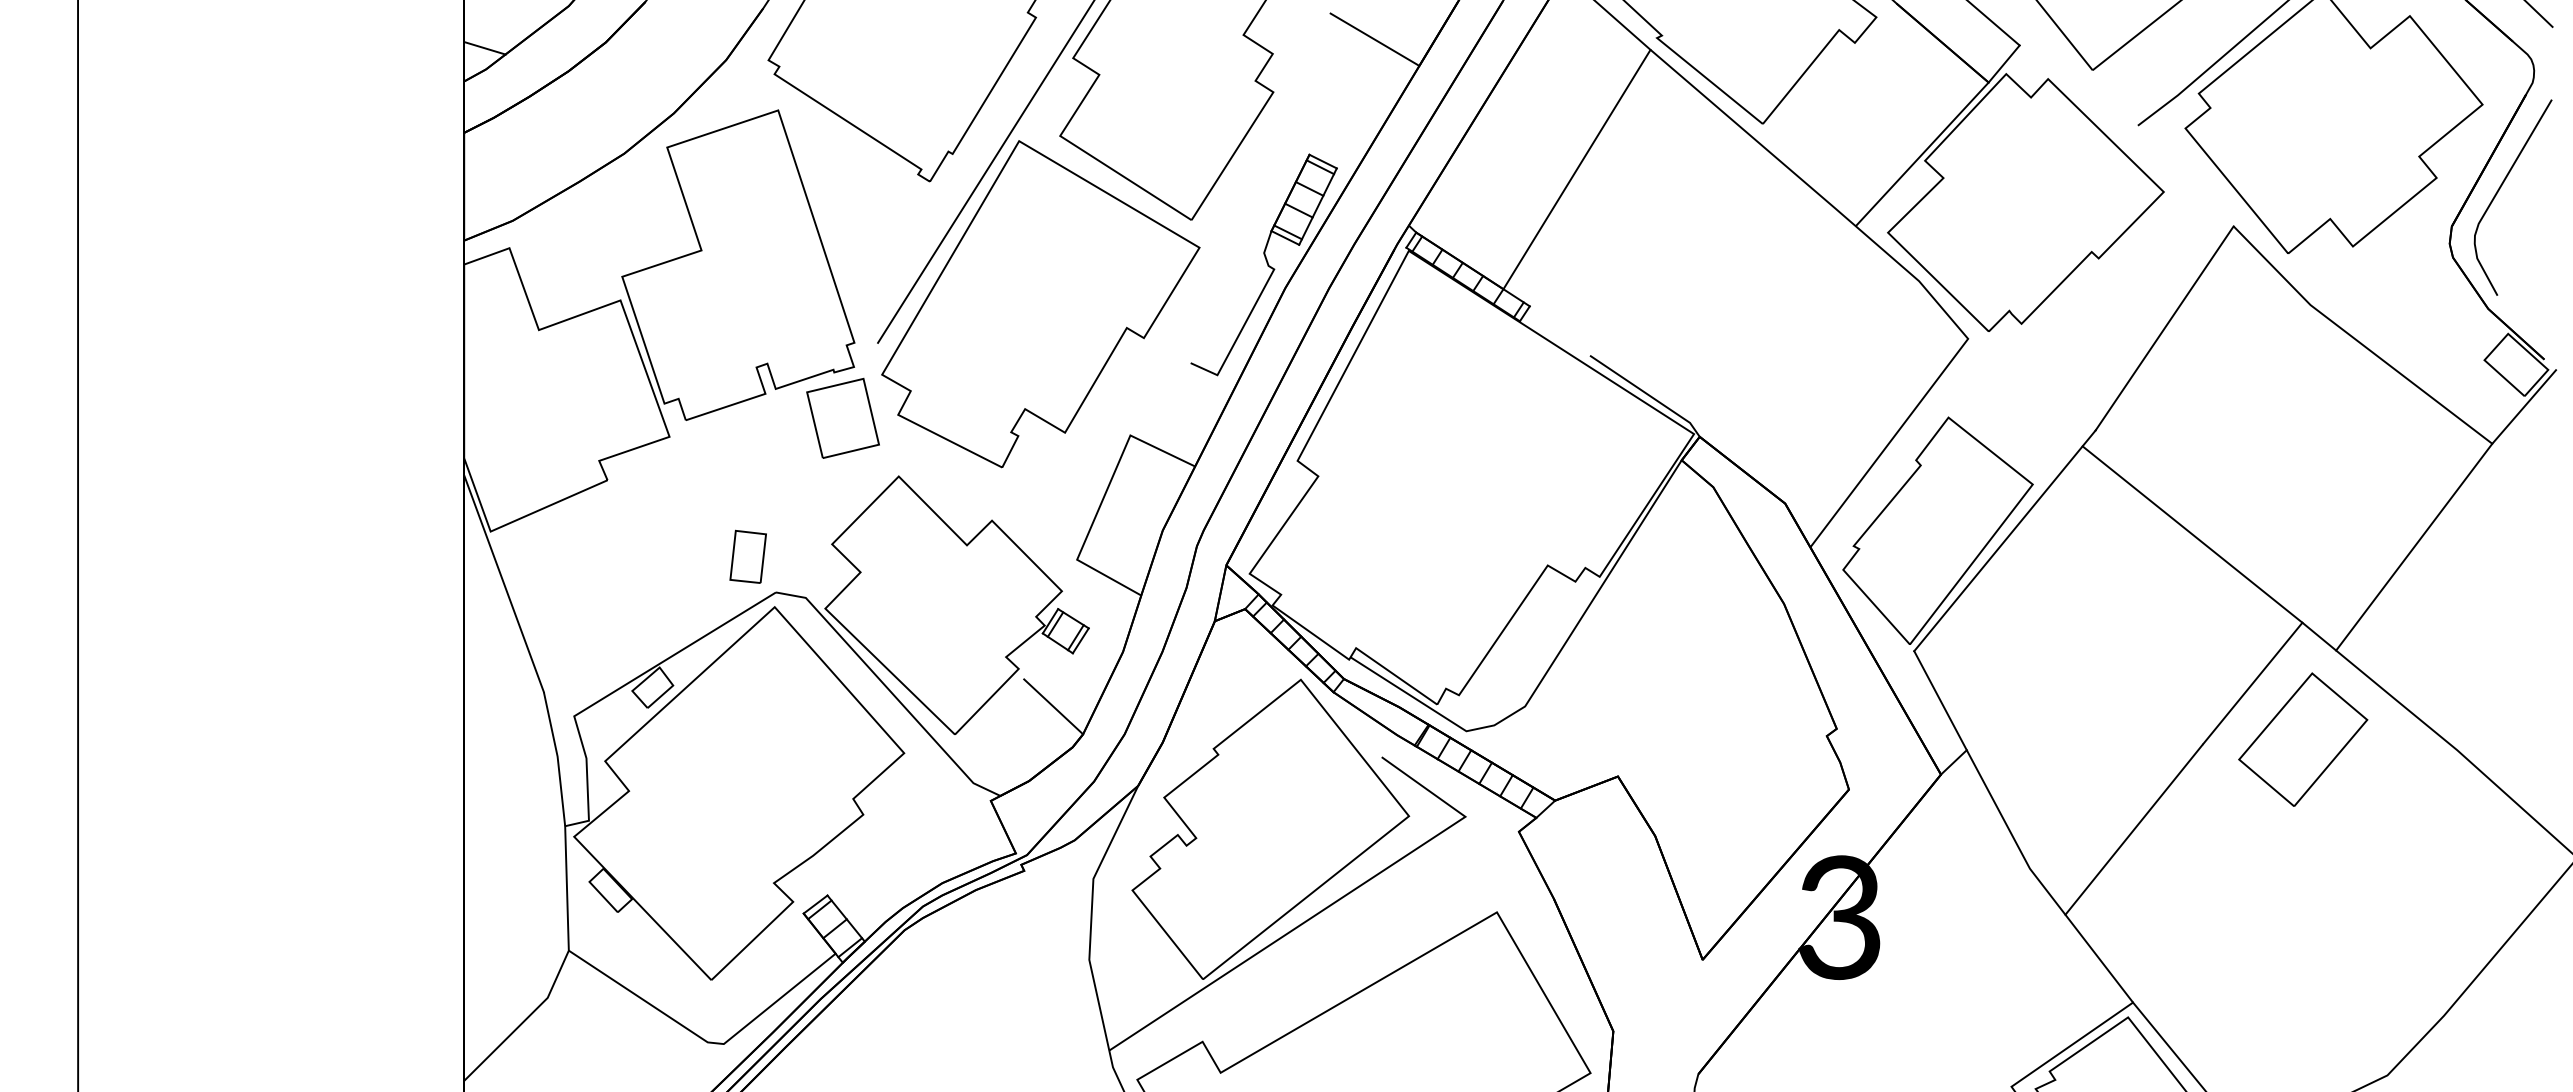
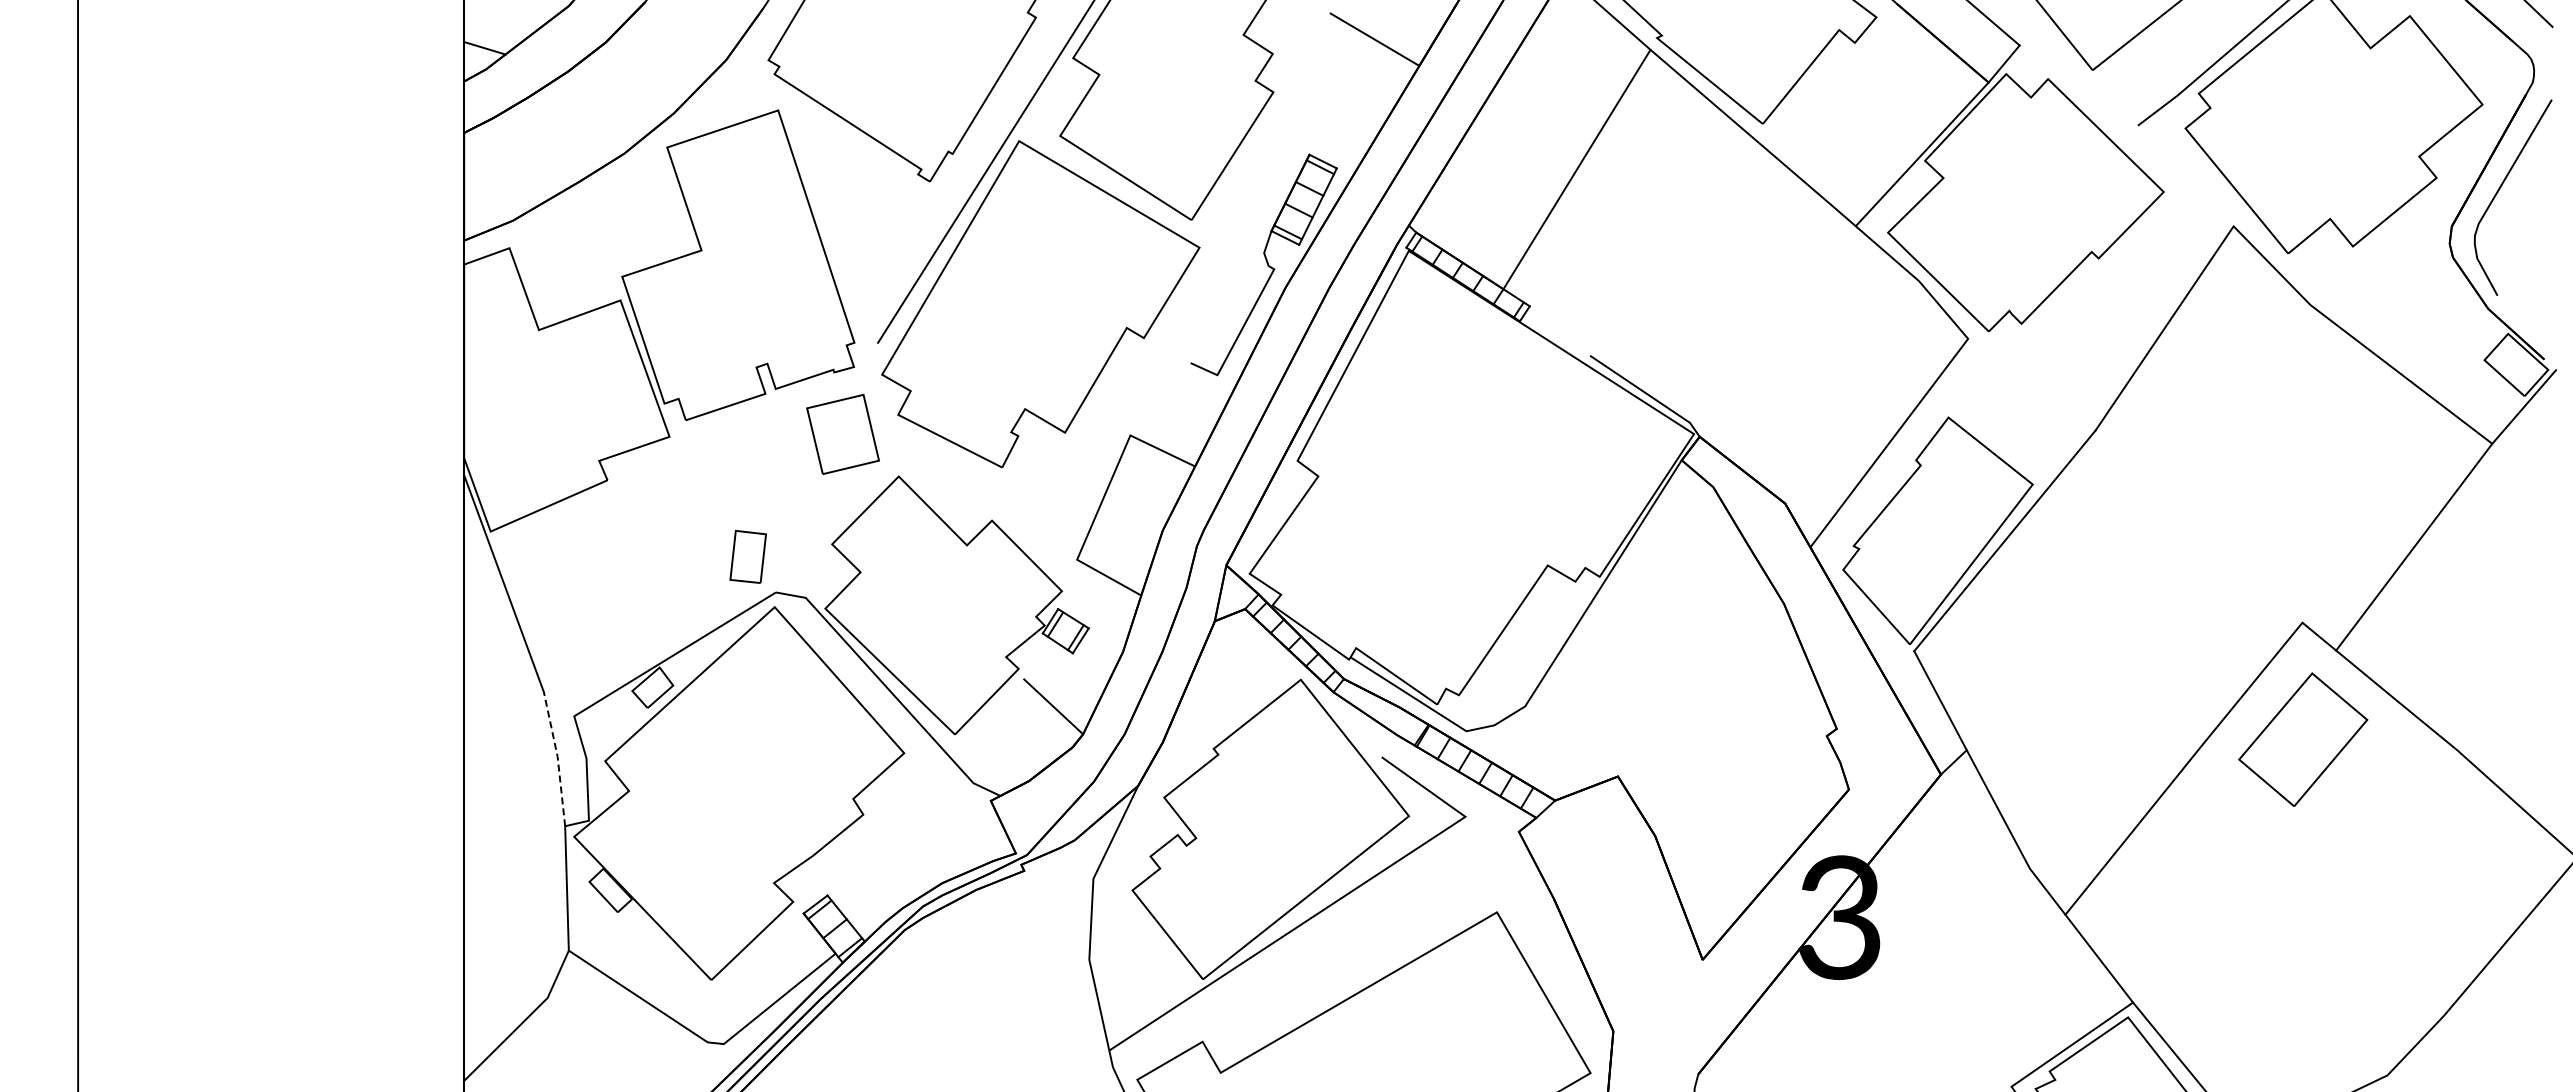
part at (842, 417) position: (842, 417) -> (842, 433)
line at (2192, 534): present -> none
line at (557, 758): solid -> dashed
